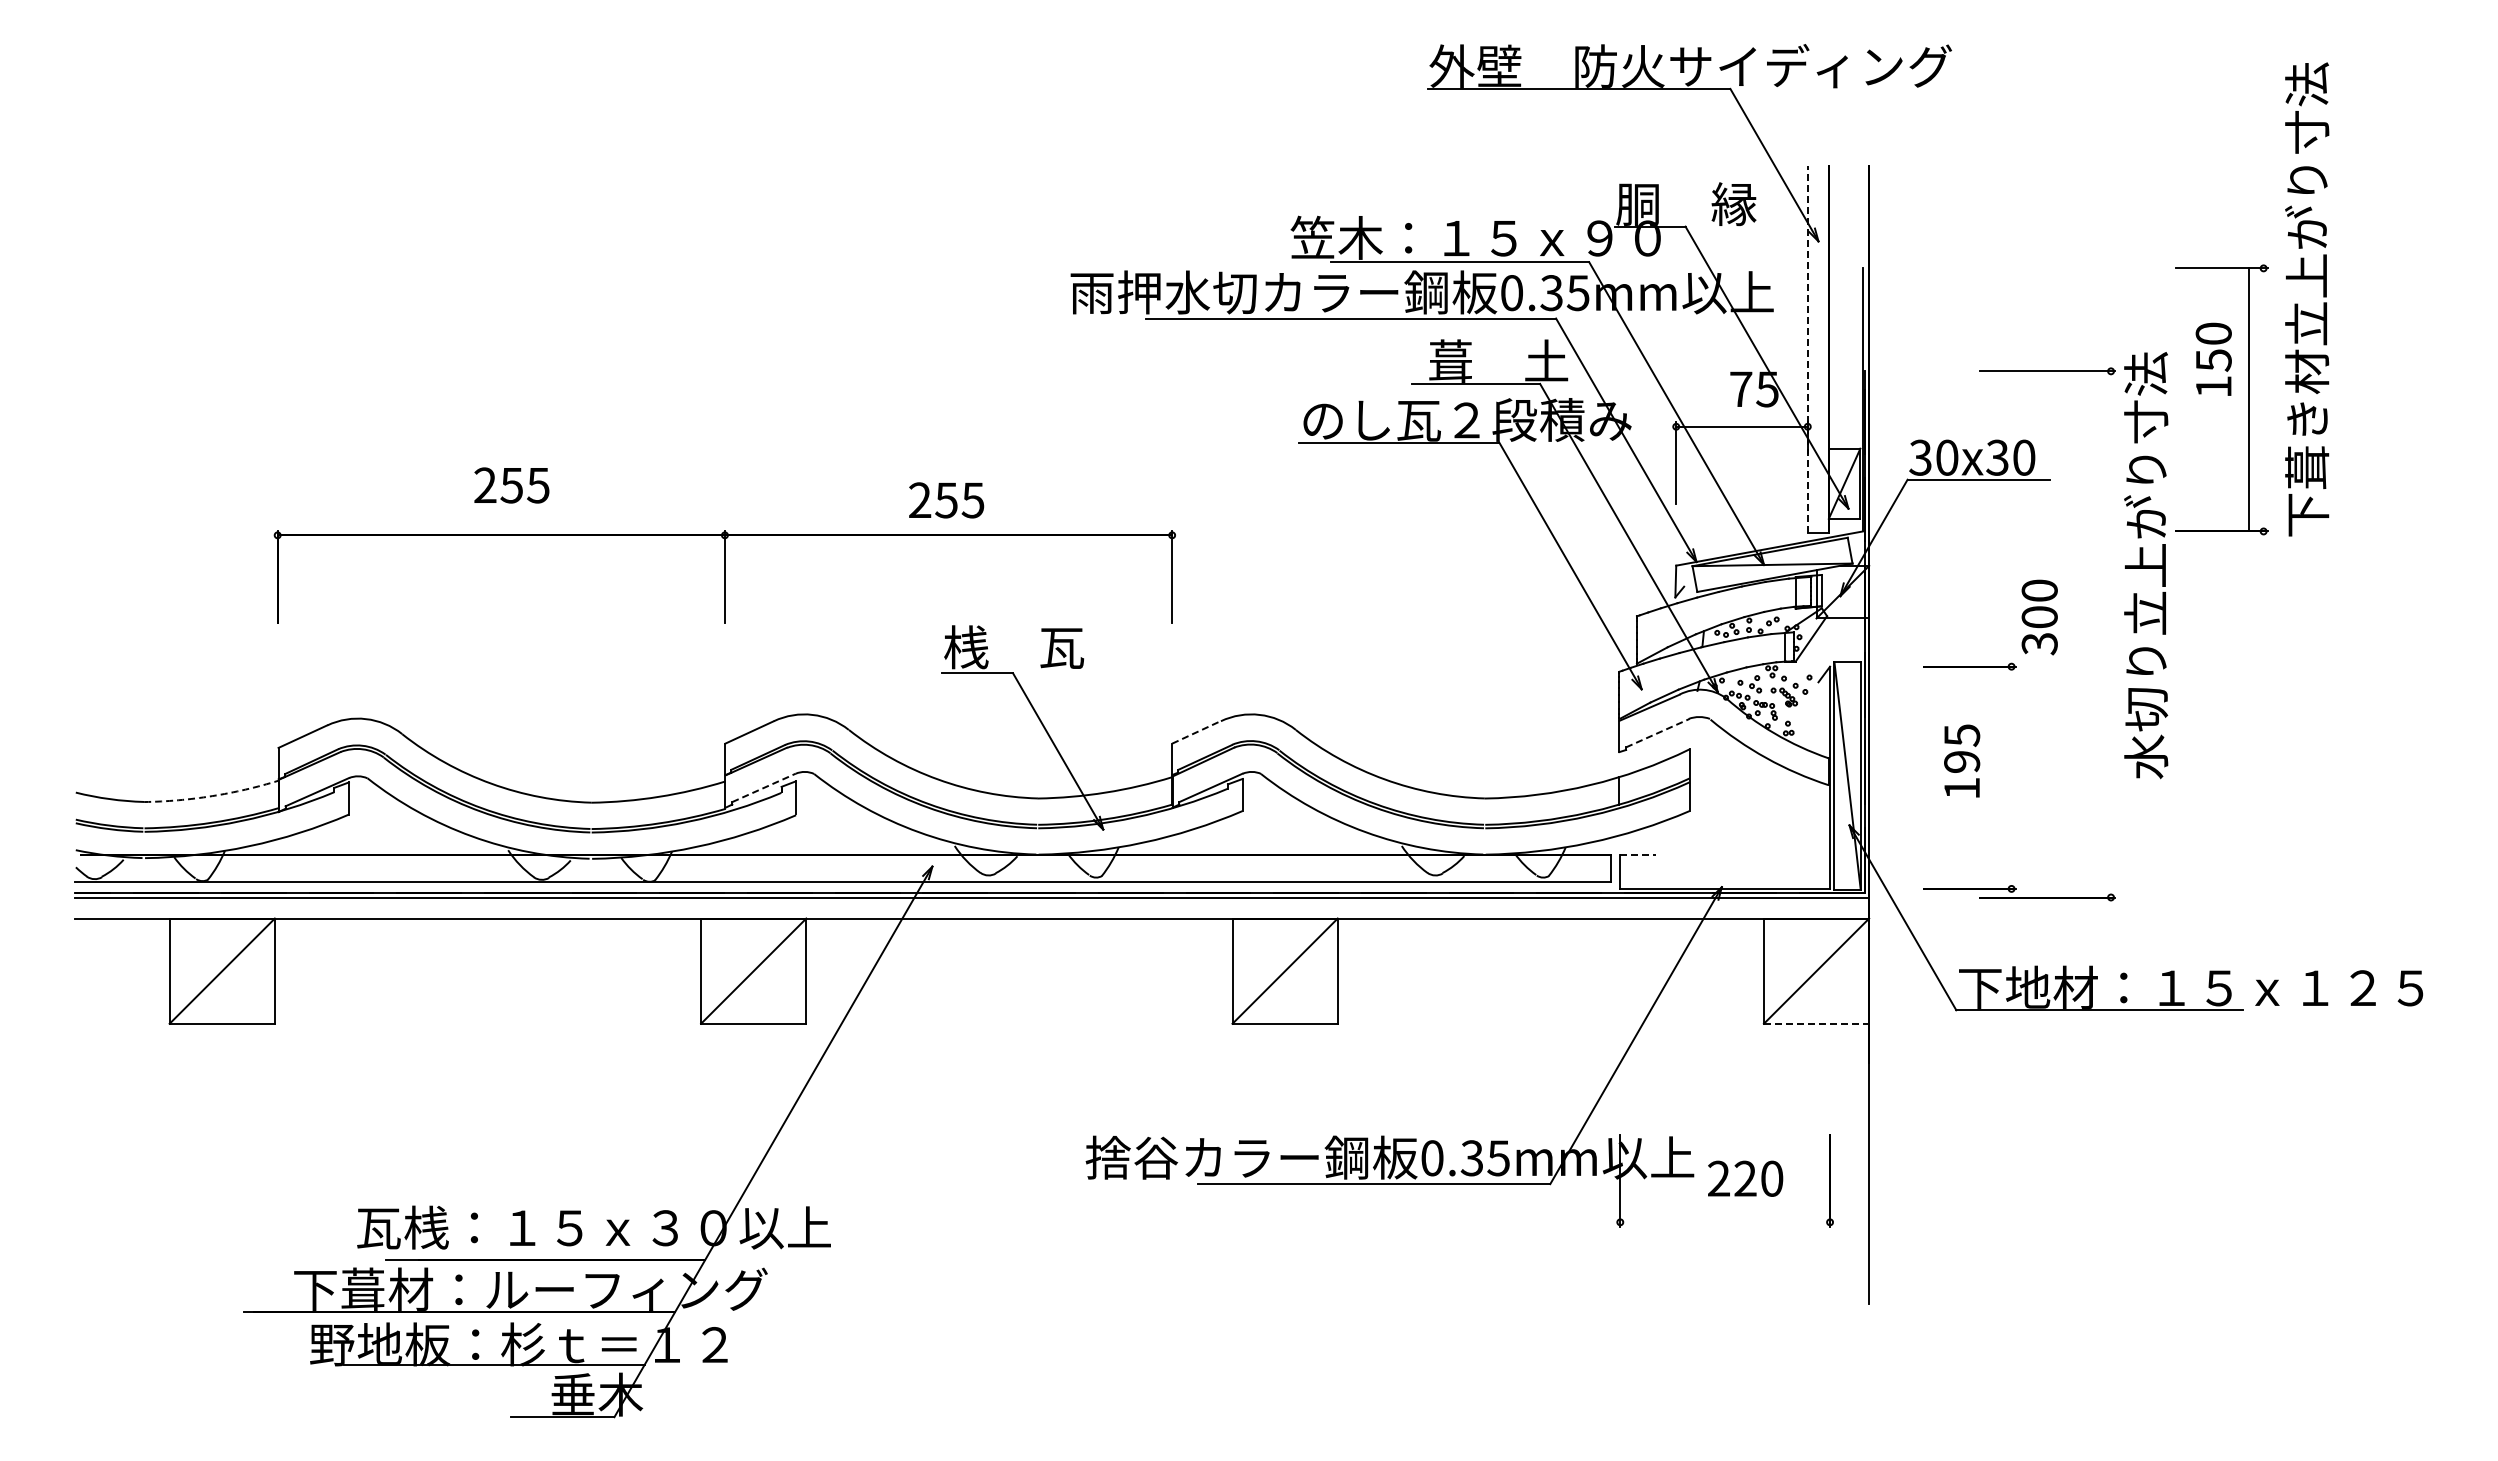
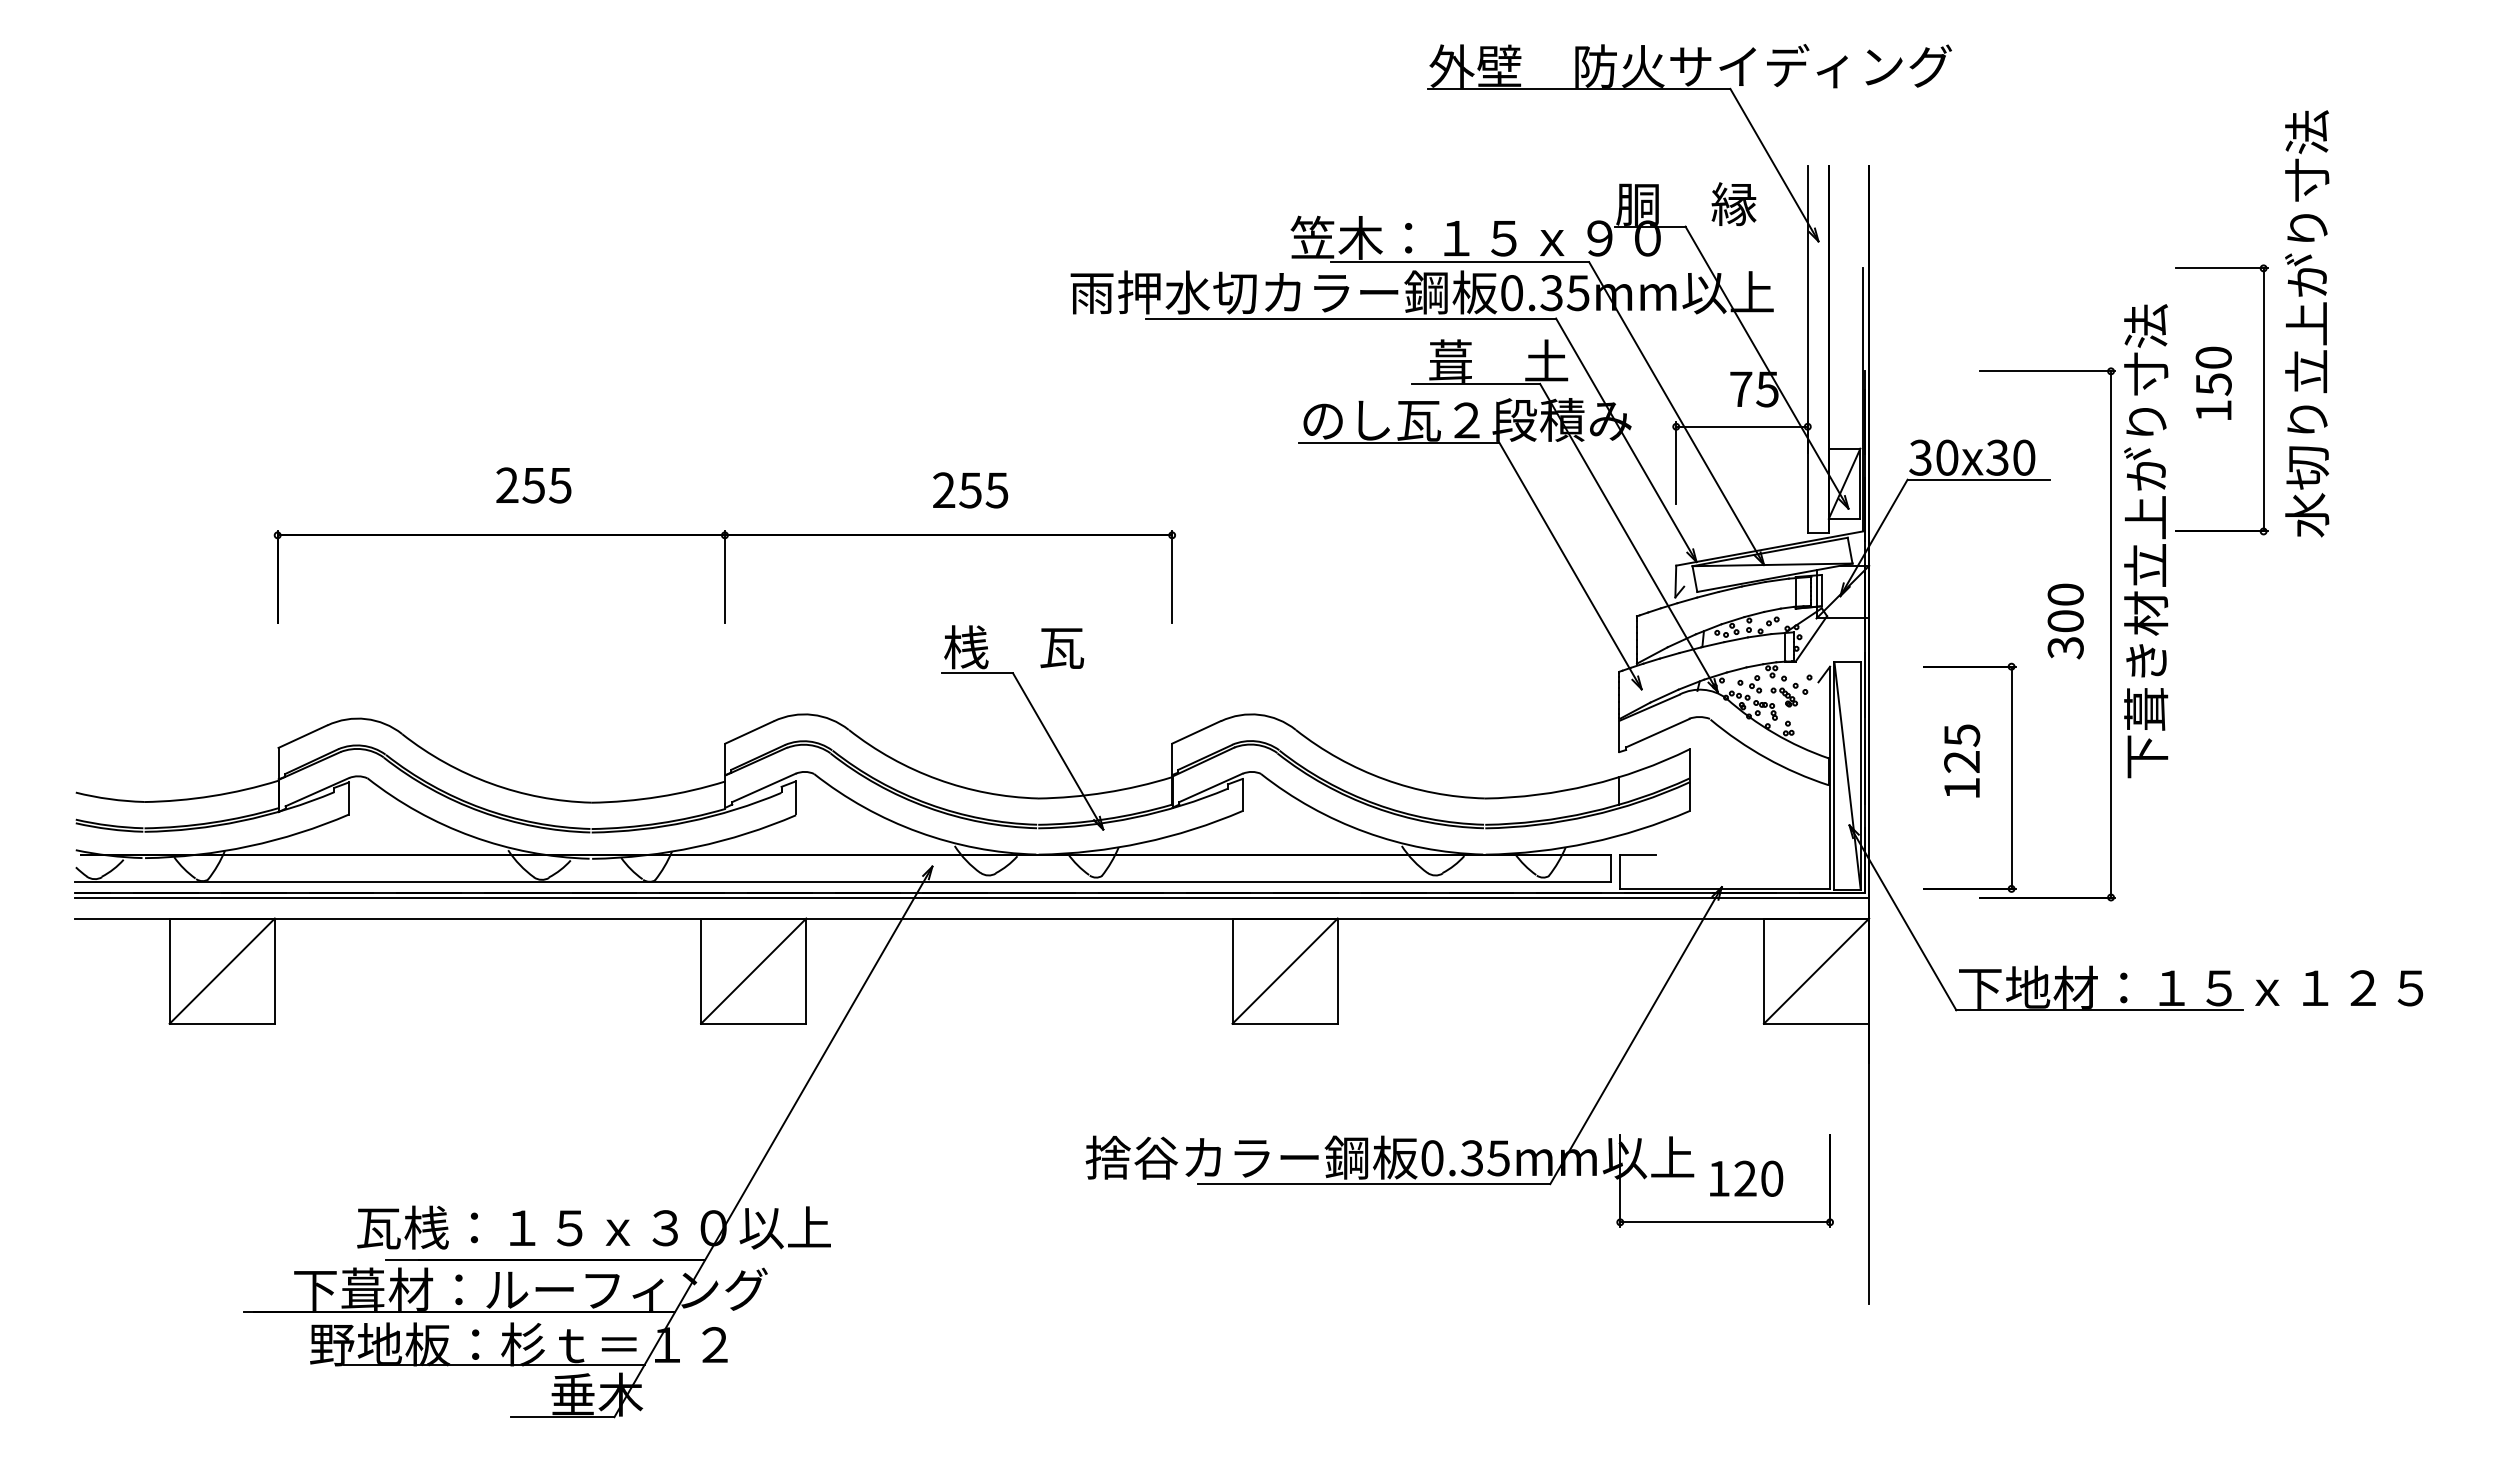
text at (2307, 299): 下葺き材立上がり寸法 -> 水切り立上がり寸法
line at (1807, 349): dashed -> solid
text at (2213, 358) position: (2213, 358) -> (2213, 382)
line at (2248, 399) position: (2248, 399) -> (2263, 399)
text at (511, 485) position: (511, 485) -> (533, 485)
text at (946, 500) position: (946, 500) -> (970, 490)
text at (2146, 541): 水切り立上がり寸法 -> 下葺き材立上がり寸法
text at (2039, 617) position: (2039, 617) -> (2065, 621)
line at (2111, 634): none -> present
line at (1196, 732): dashed -> solid
line at (1657, 733): dashed -> solid
text at (1962, 761): 195 -> 125
line at (2011, 777): none -> present
line at (764, 787): dashed -> solid
arc at (212, 796): dashed -> solid
line at (1638, 855): dashed -> solid
line at (1816, 1023): dashed -> solid
text at (1718, 1178): 220 -> 120
line at (1725, 1222): none -> present
